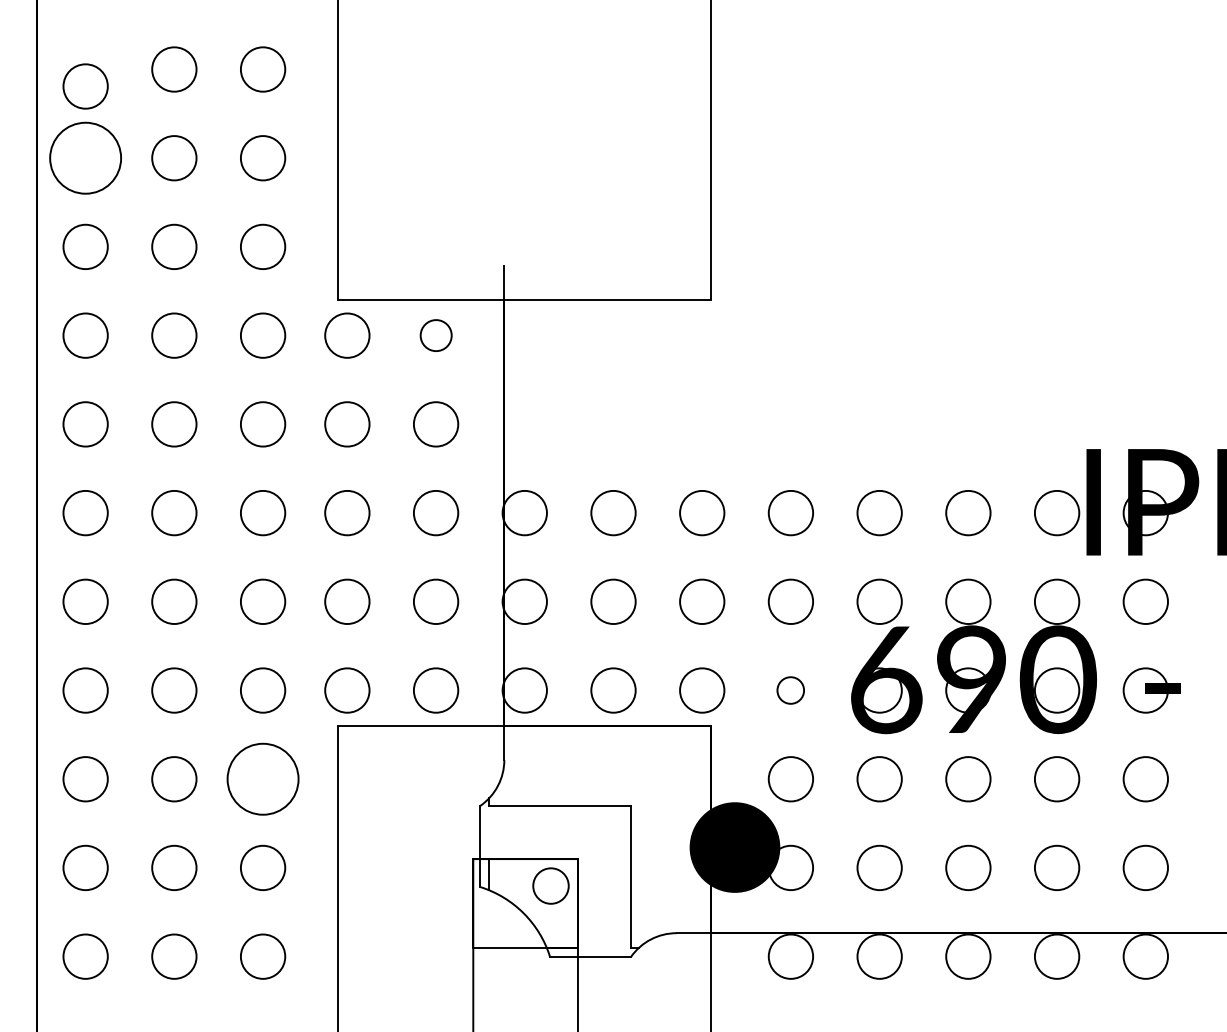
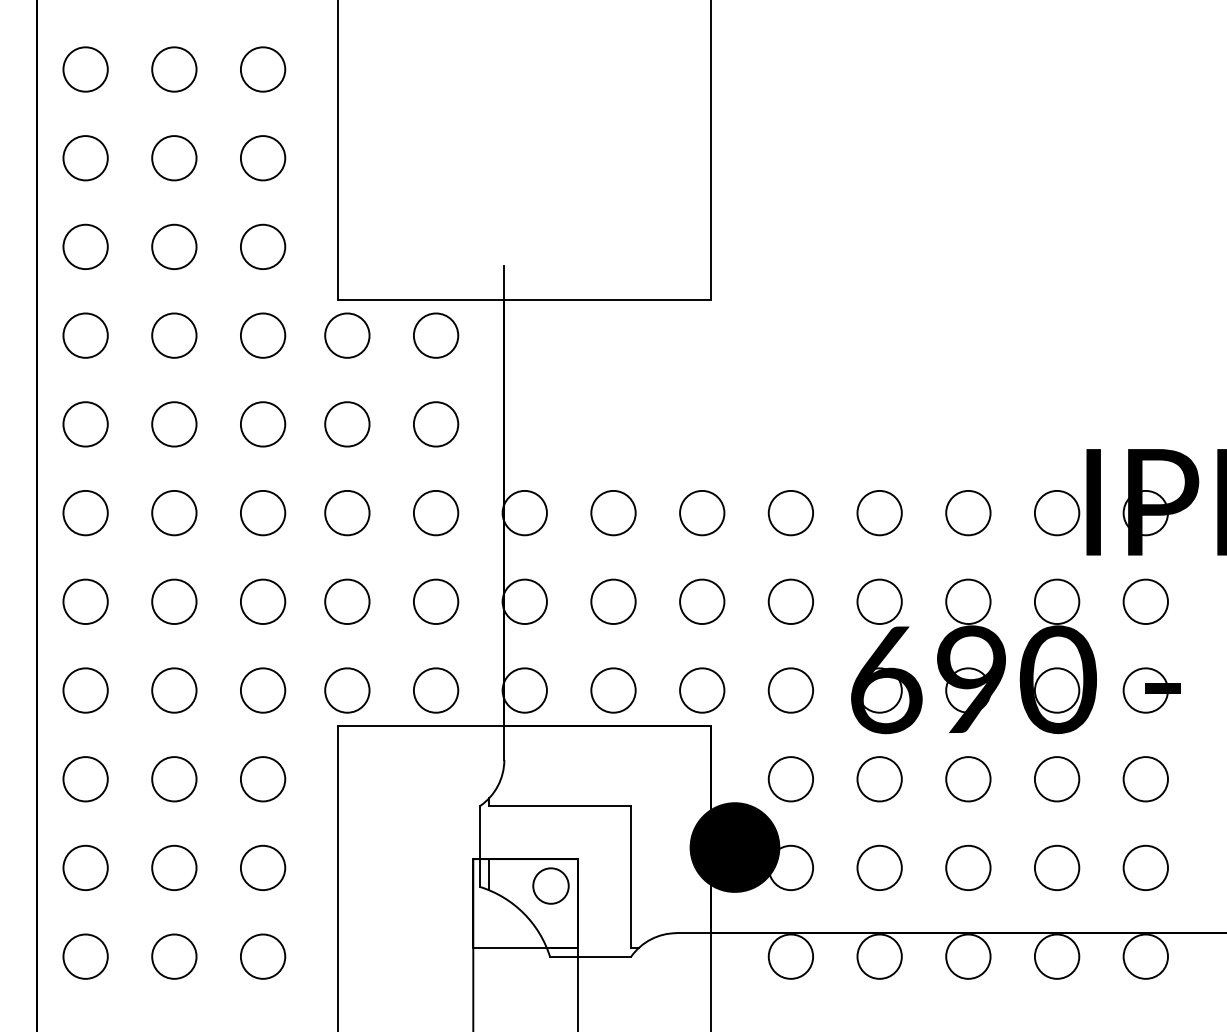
circle at (85, 86) position: (85, 86) -> (85, 69)
circle at (85, 157) diameter: 71 px -> 44 px
circle at (435, 335) size: 34x33 px -> 47x47 px
circle at (790, 690) size: 29x29 px -> 47x47 px
circle at (262, 778) diameter: 71 px -> 44 px
